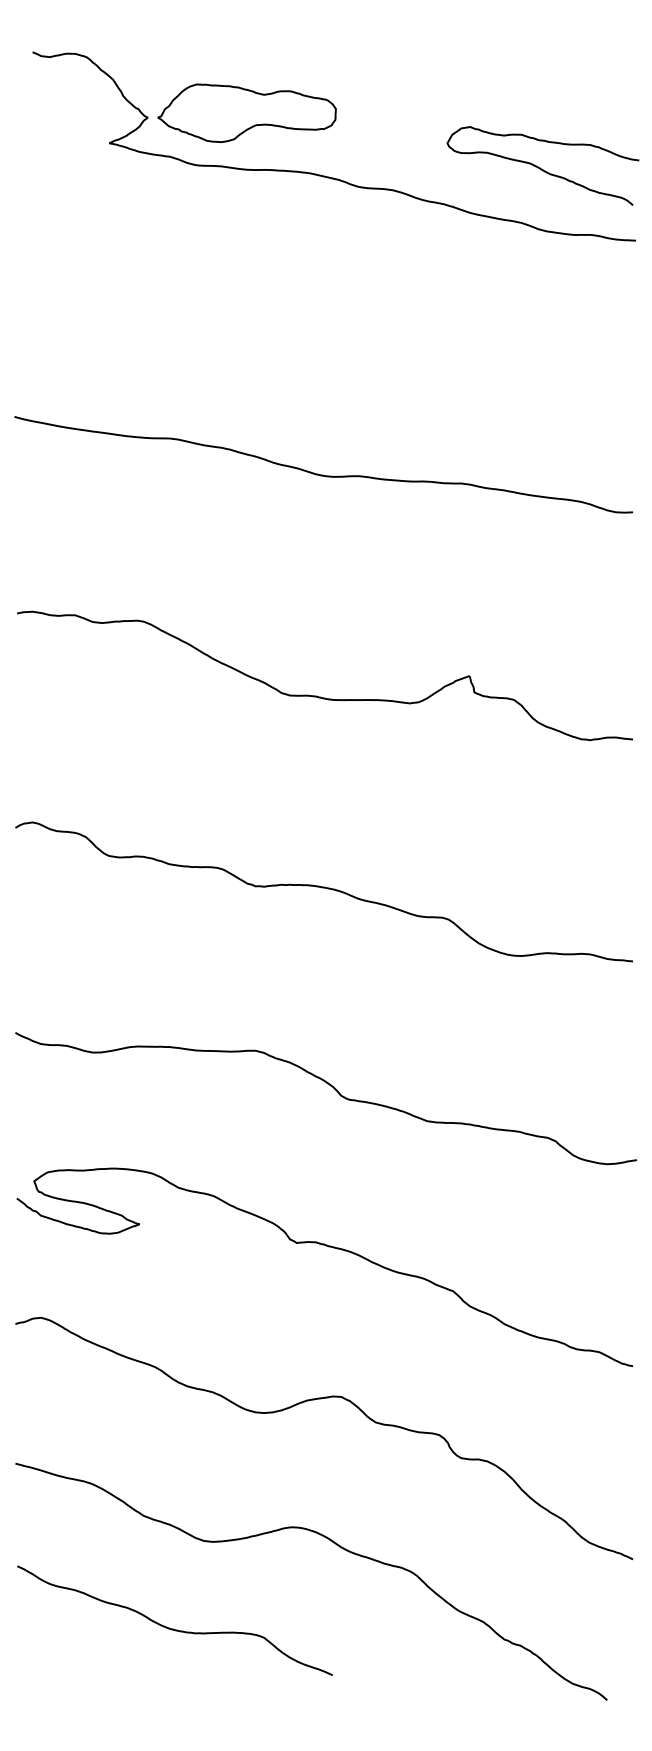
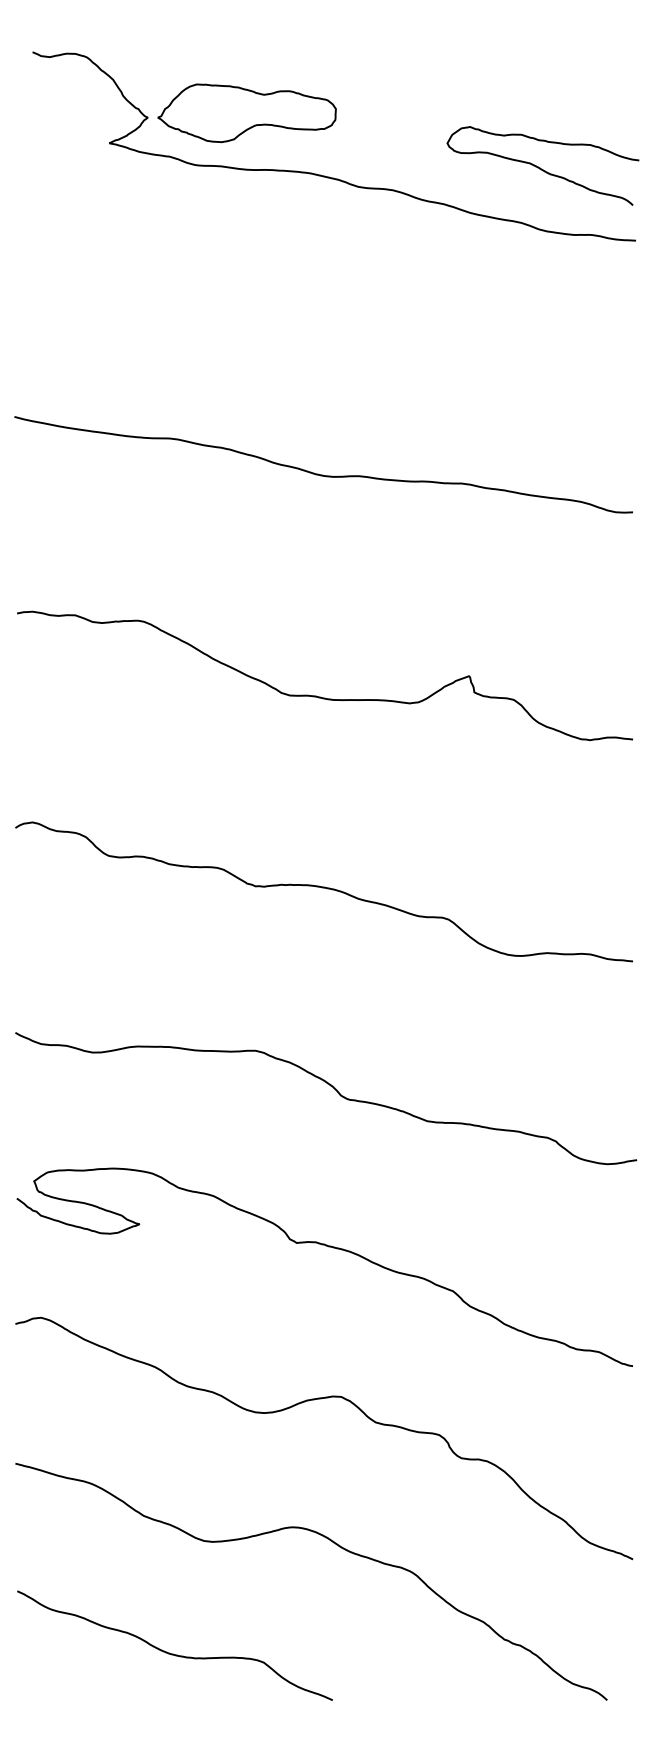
curve at (173, 1628) position: (173, 1628) -> (173, 1653)
